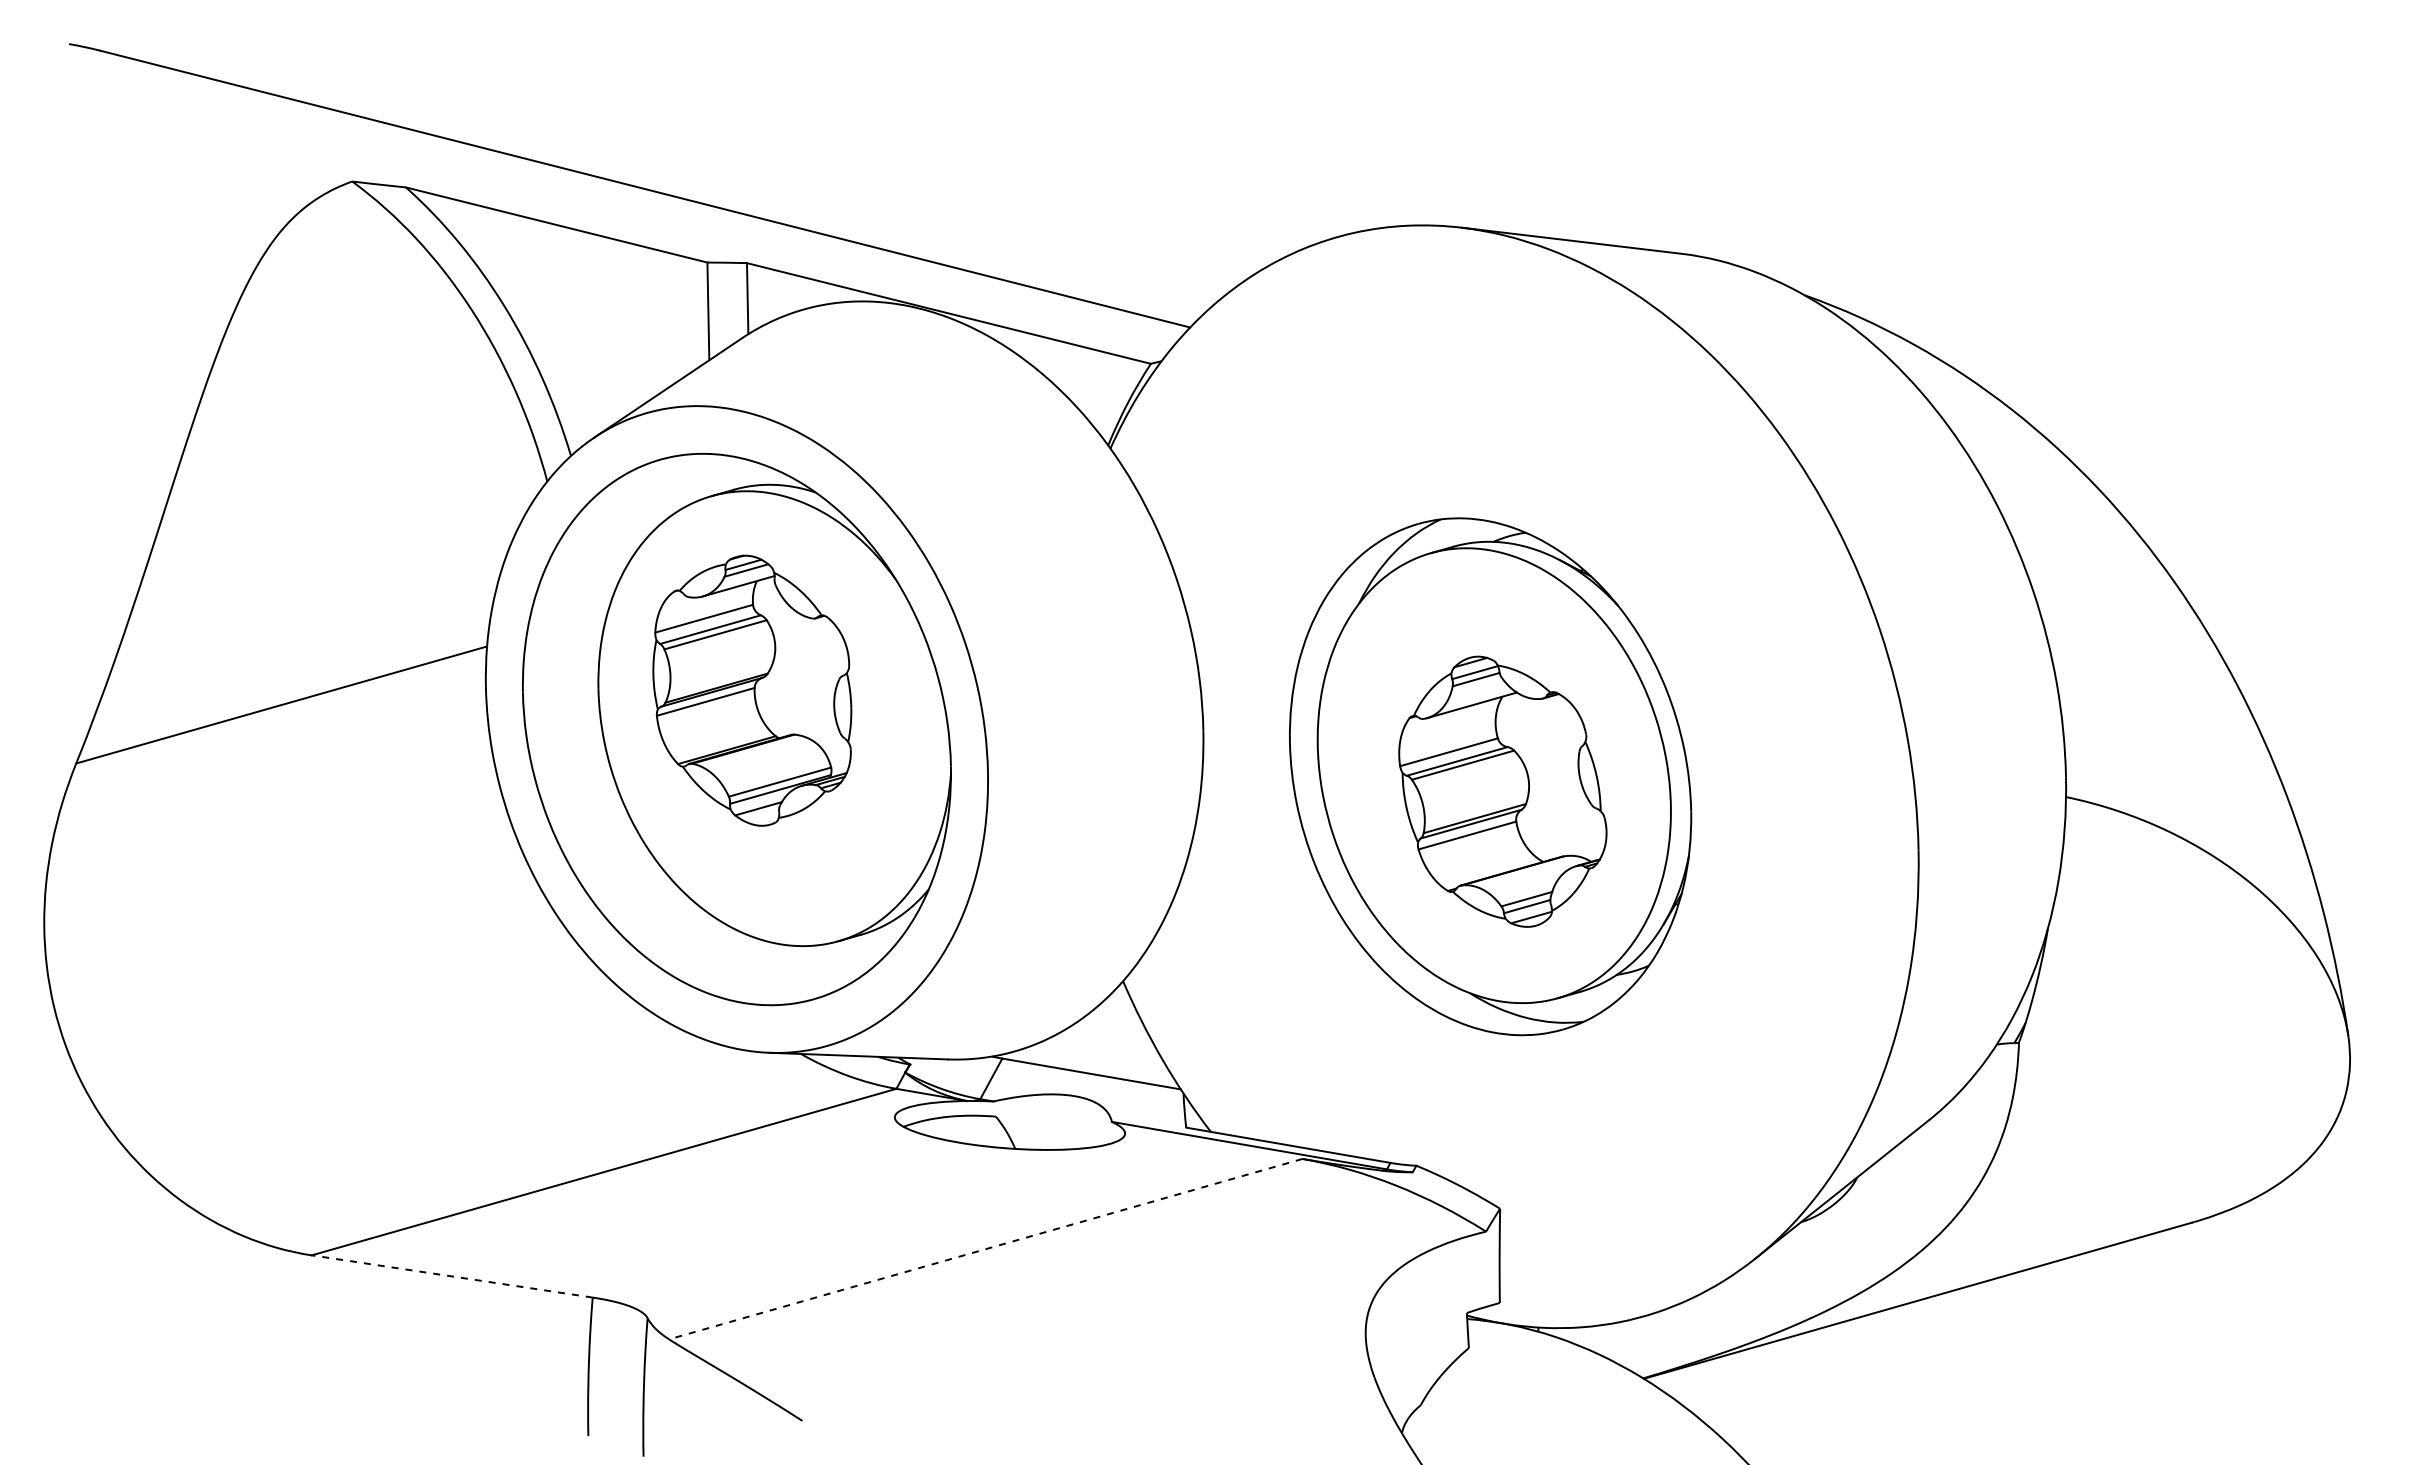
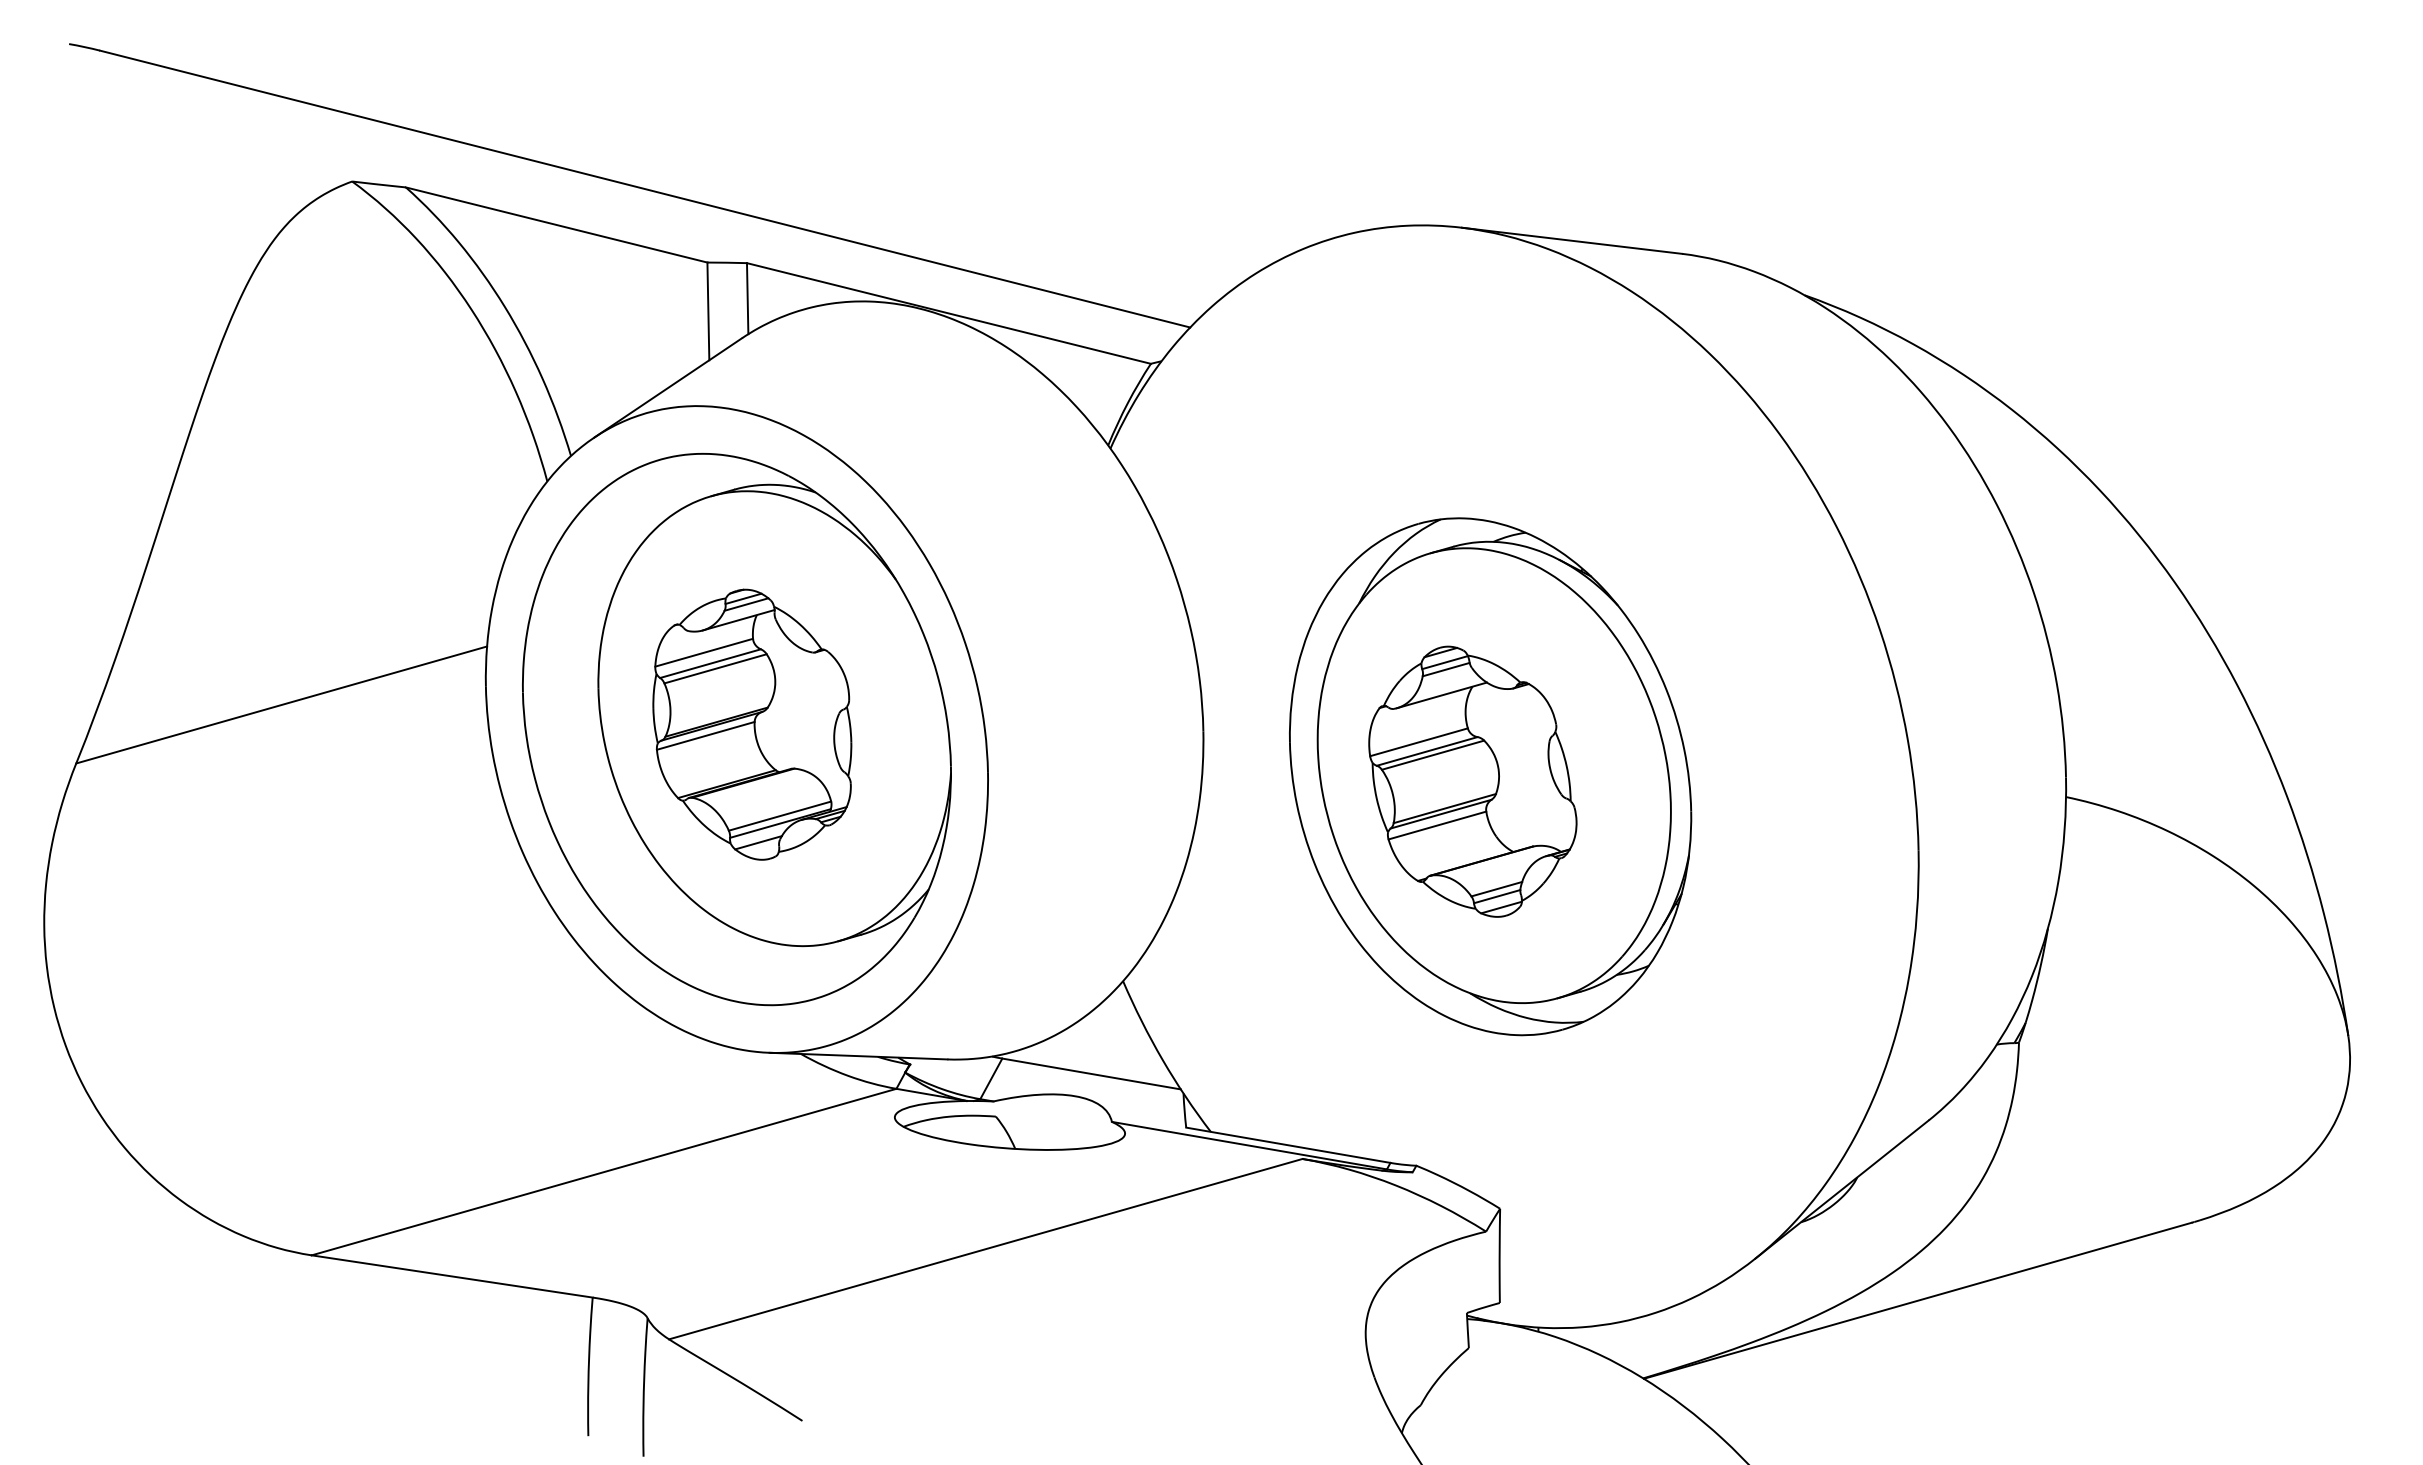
part at (752, 690) position: (752, 690) -> (752, 724)
part at (1502, 791) position: (1502, 791) -> (1472, 781)
line at (985, 1249): dashed -> solid
line at (451, 1276): dashed -> solid
